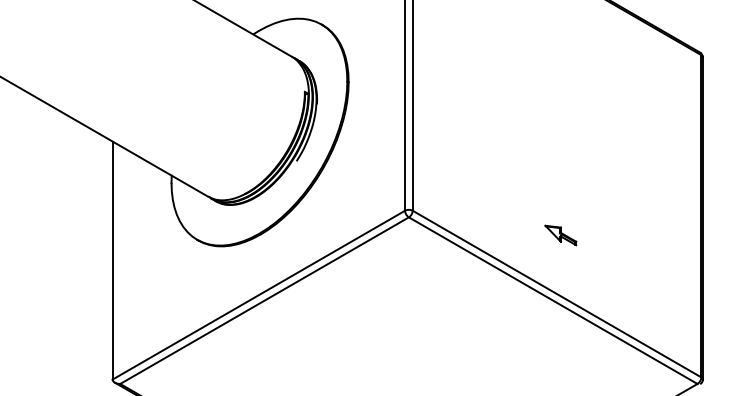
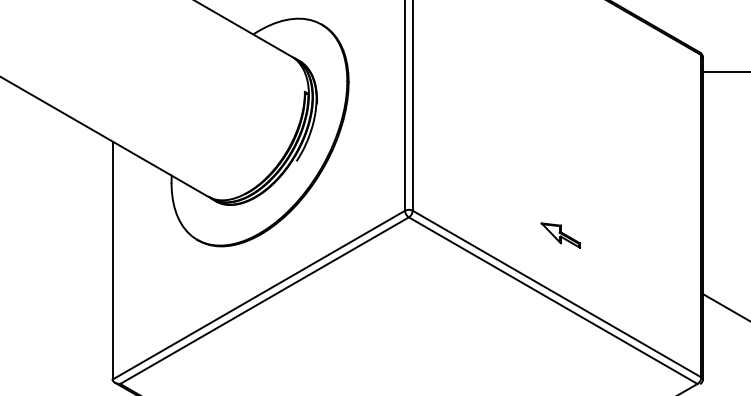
line at (724, 71): none -> present
part at (560, 235) size: 34x23 px -> 42x27 px
line at (724, 307): none -> present
